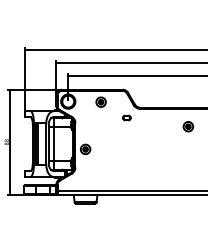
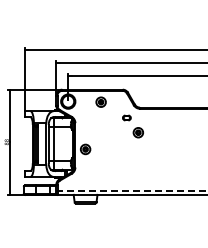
part at (187, 126) position: (187, 126) -> (137, 132)
line at (132, 190): solid -> dashed
